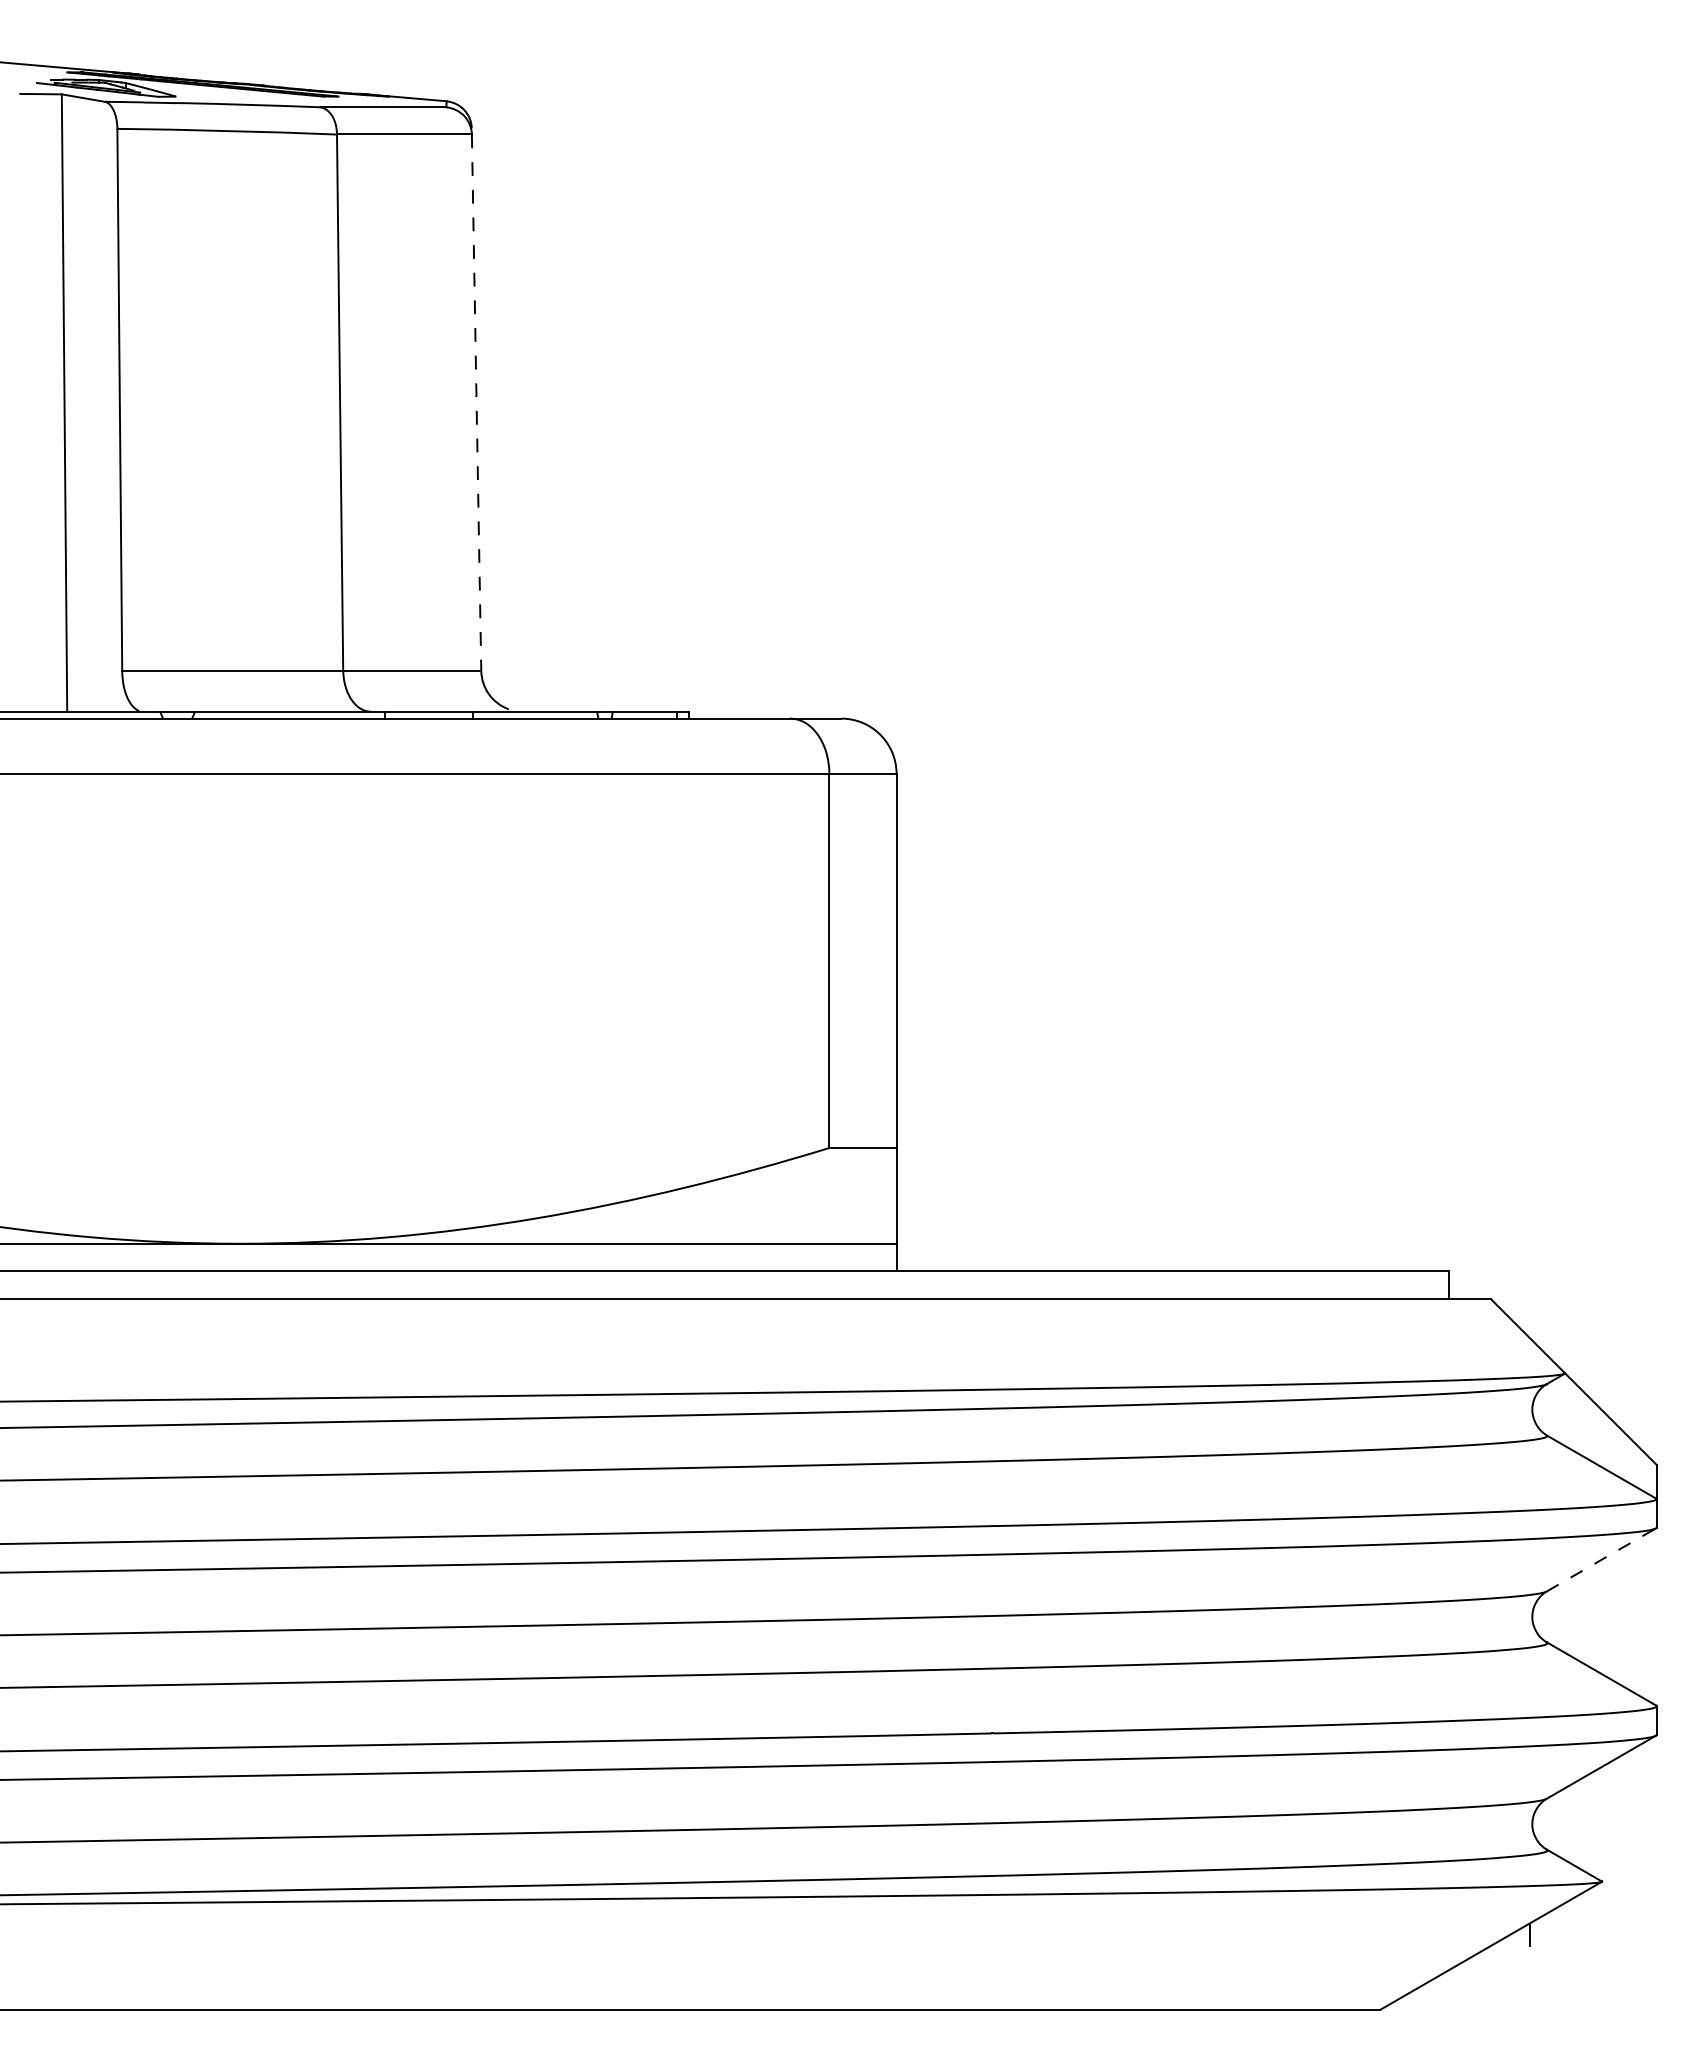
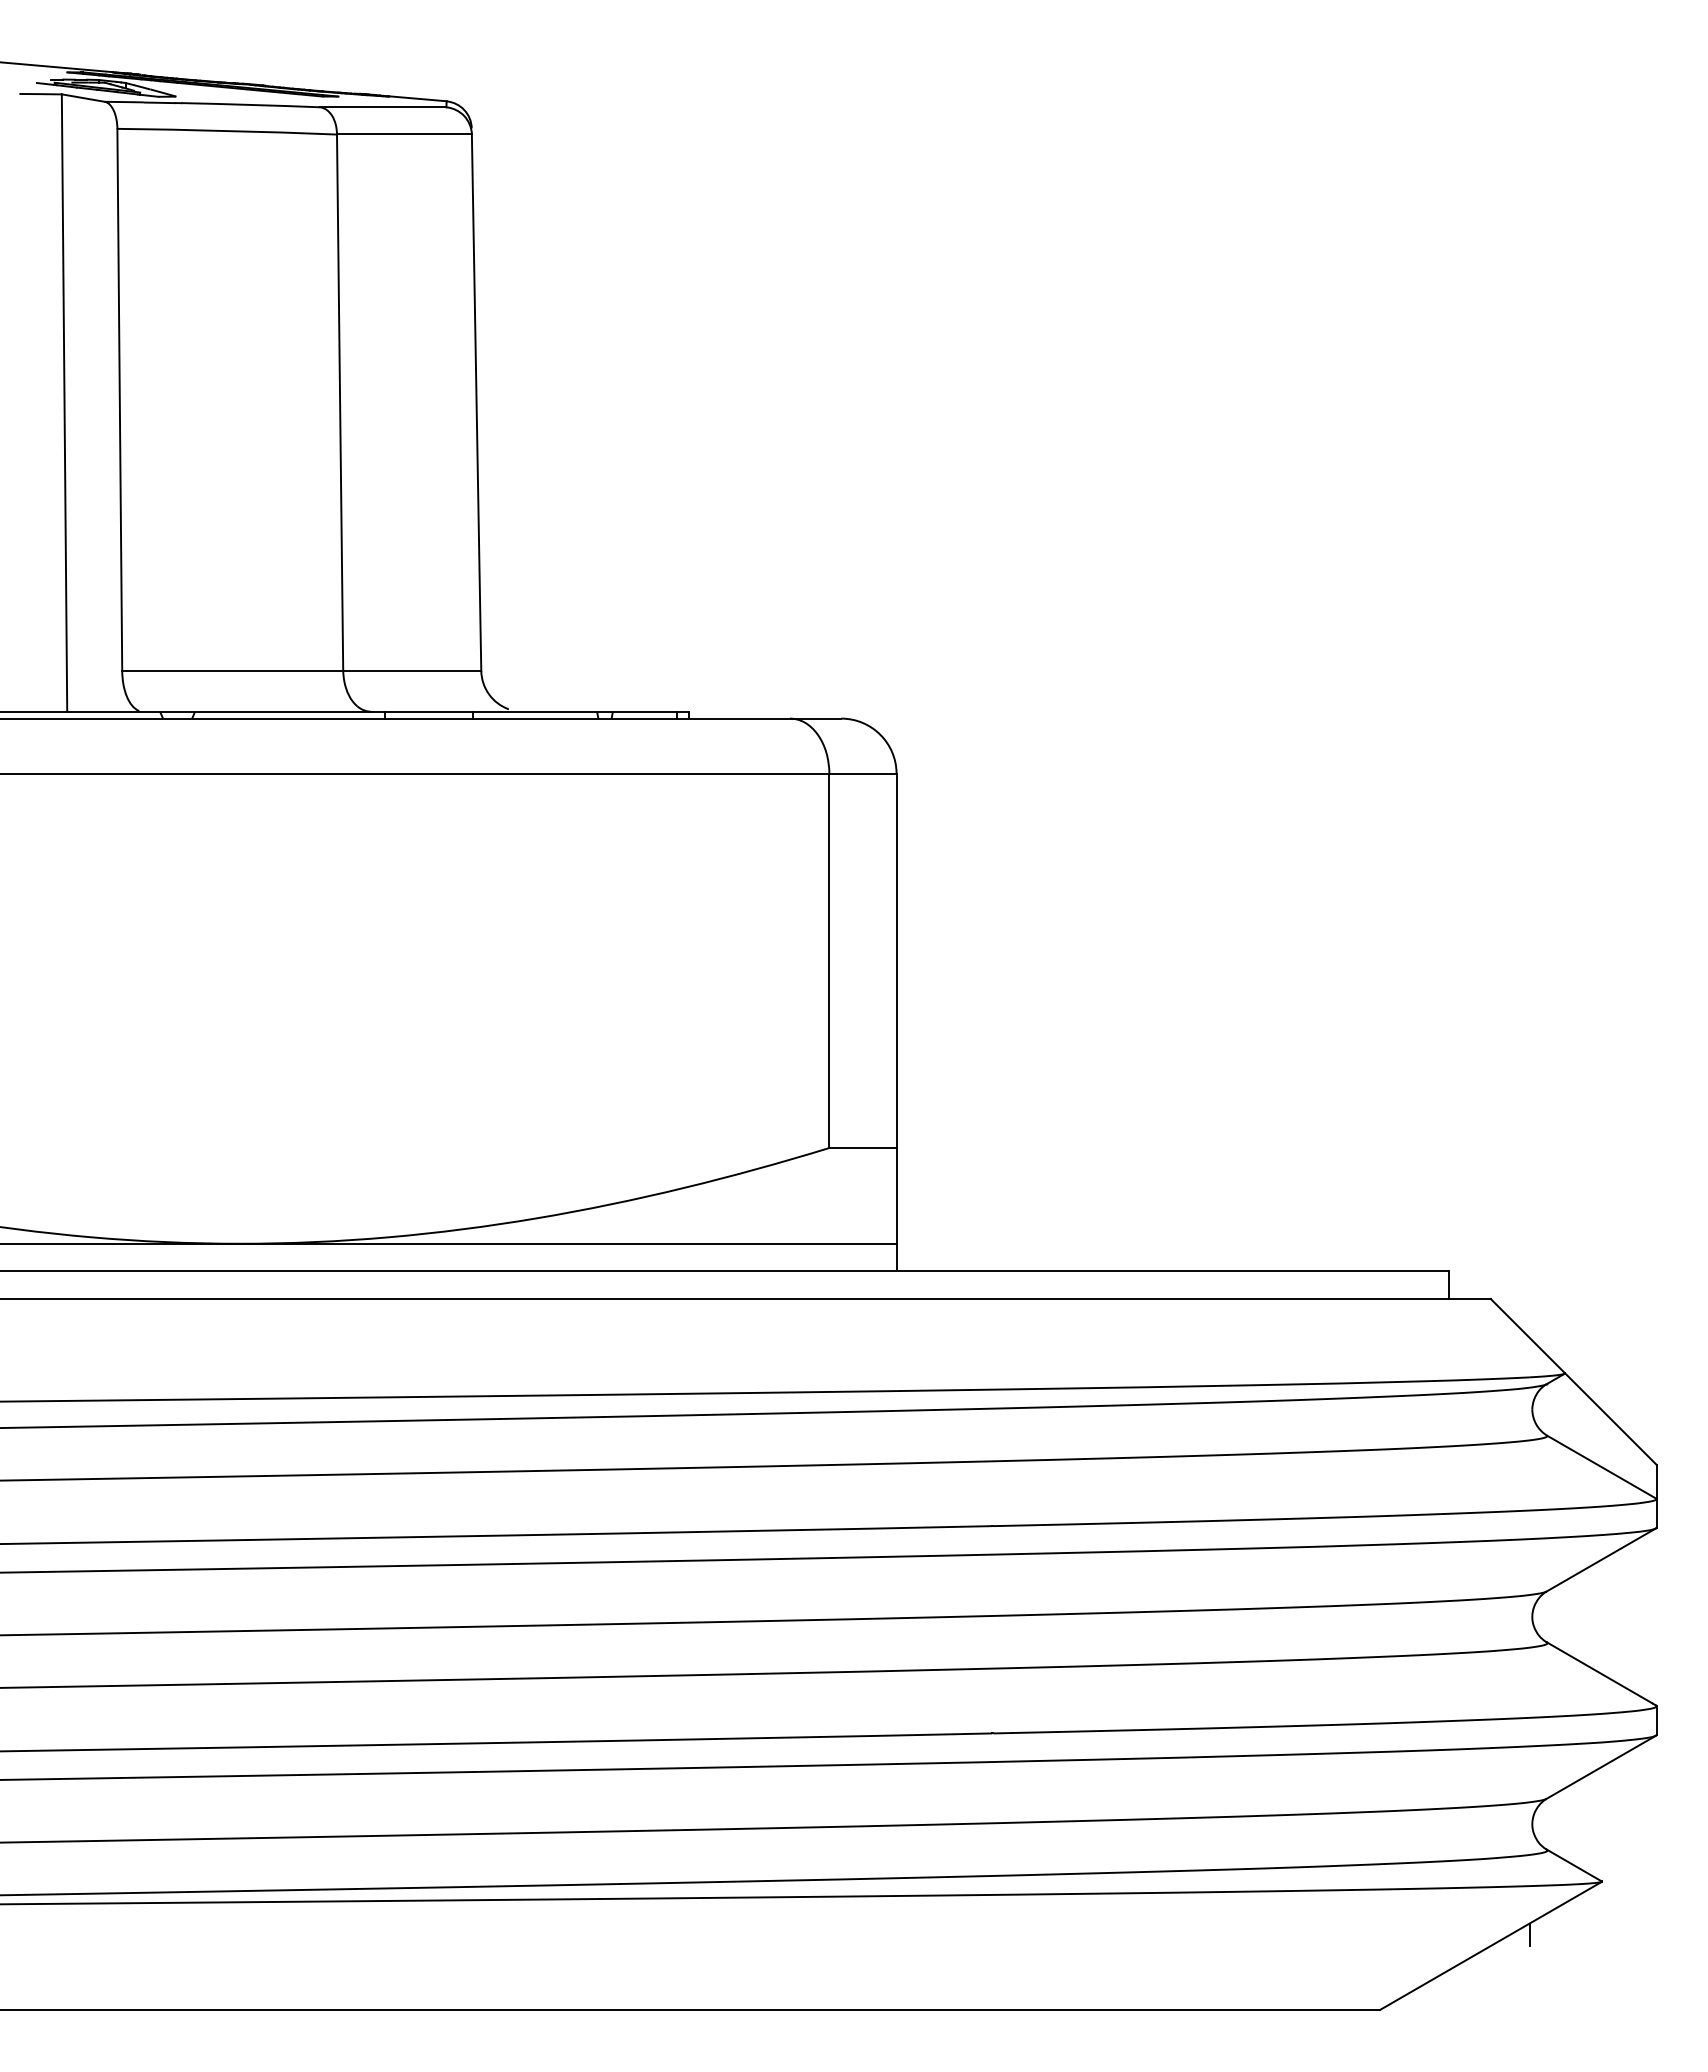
line at (476, 403): dashed -> solid
line at (1601, 1559): dashed -> solid
